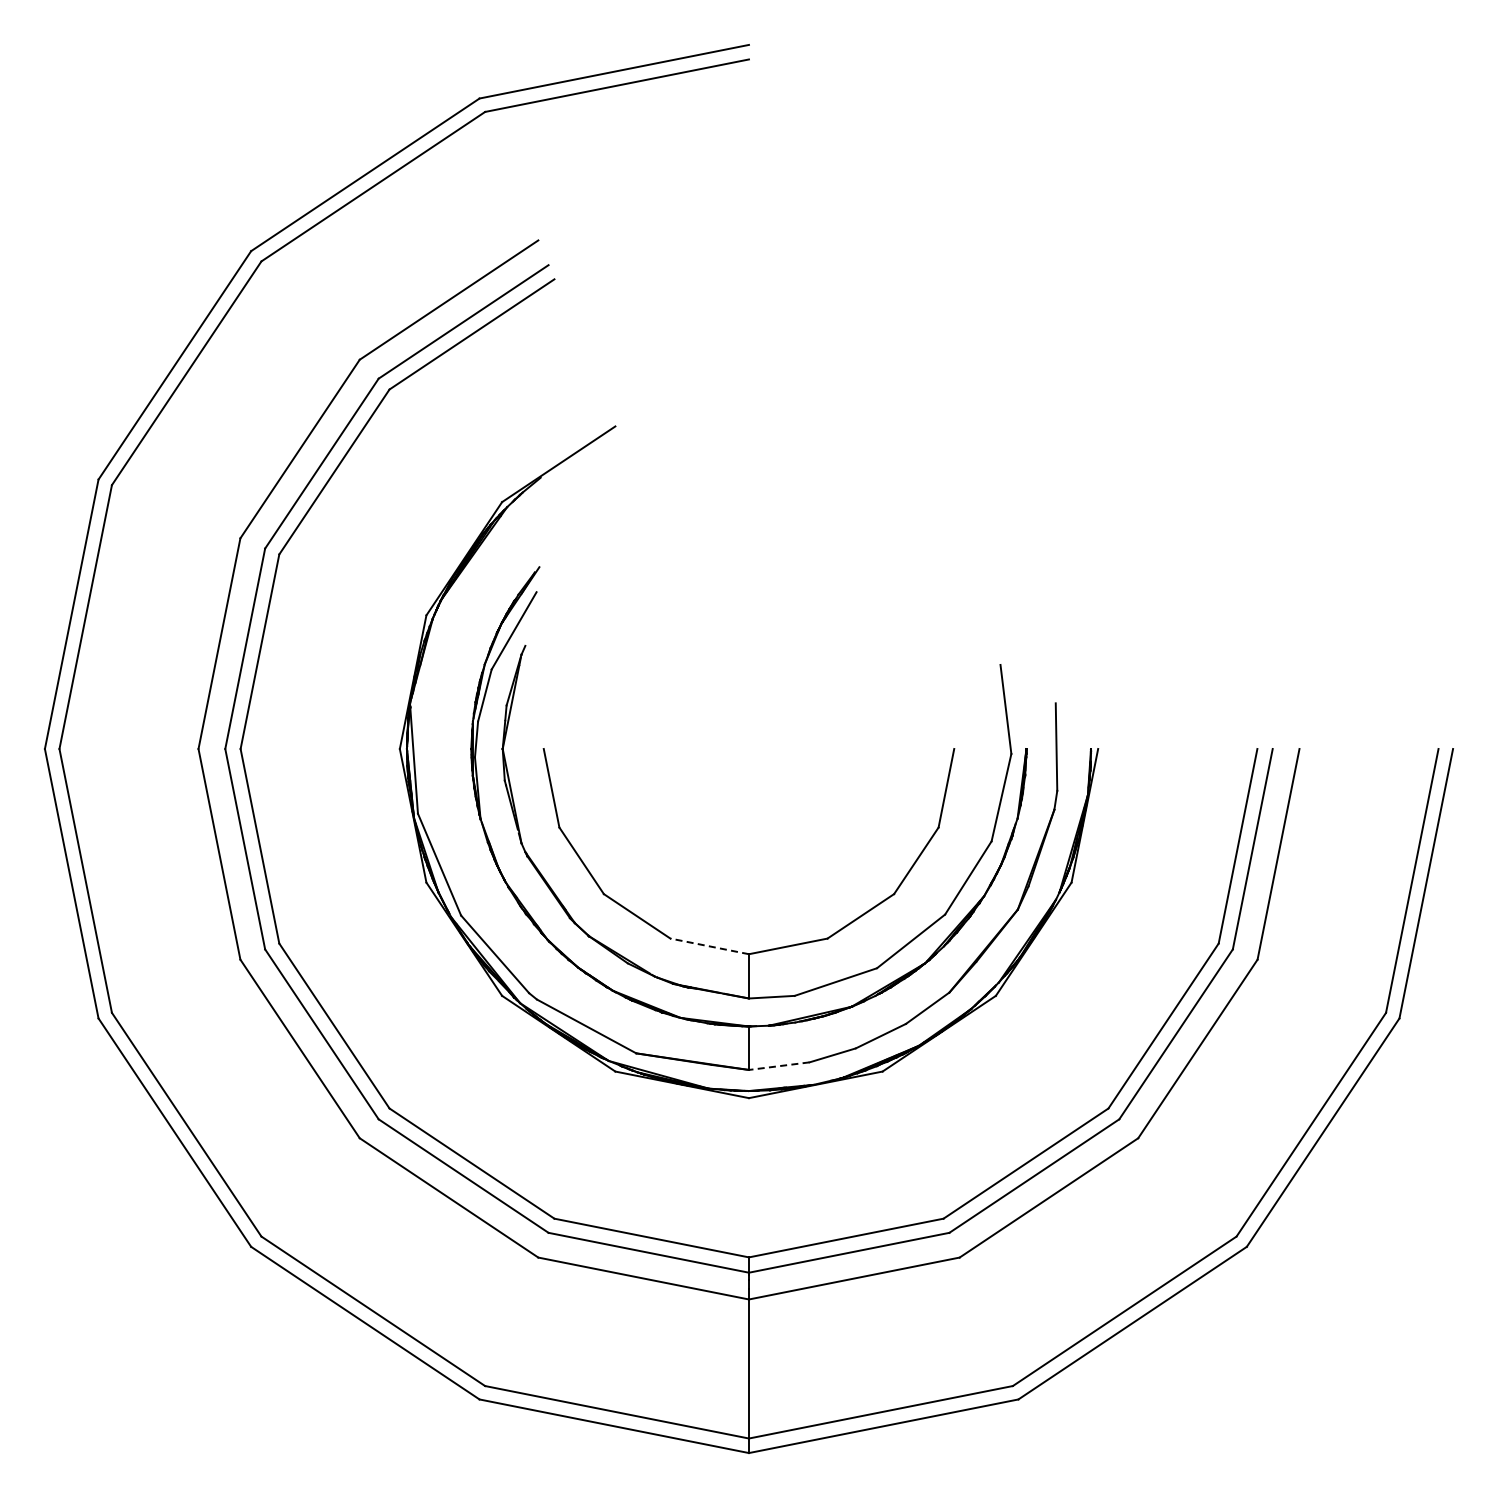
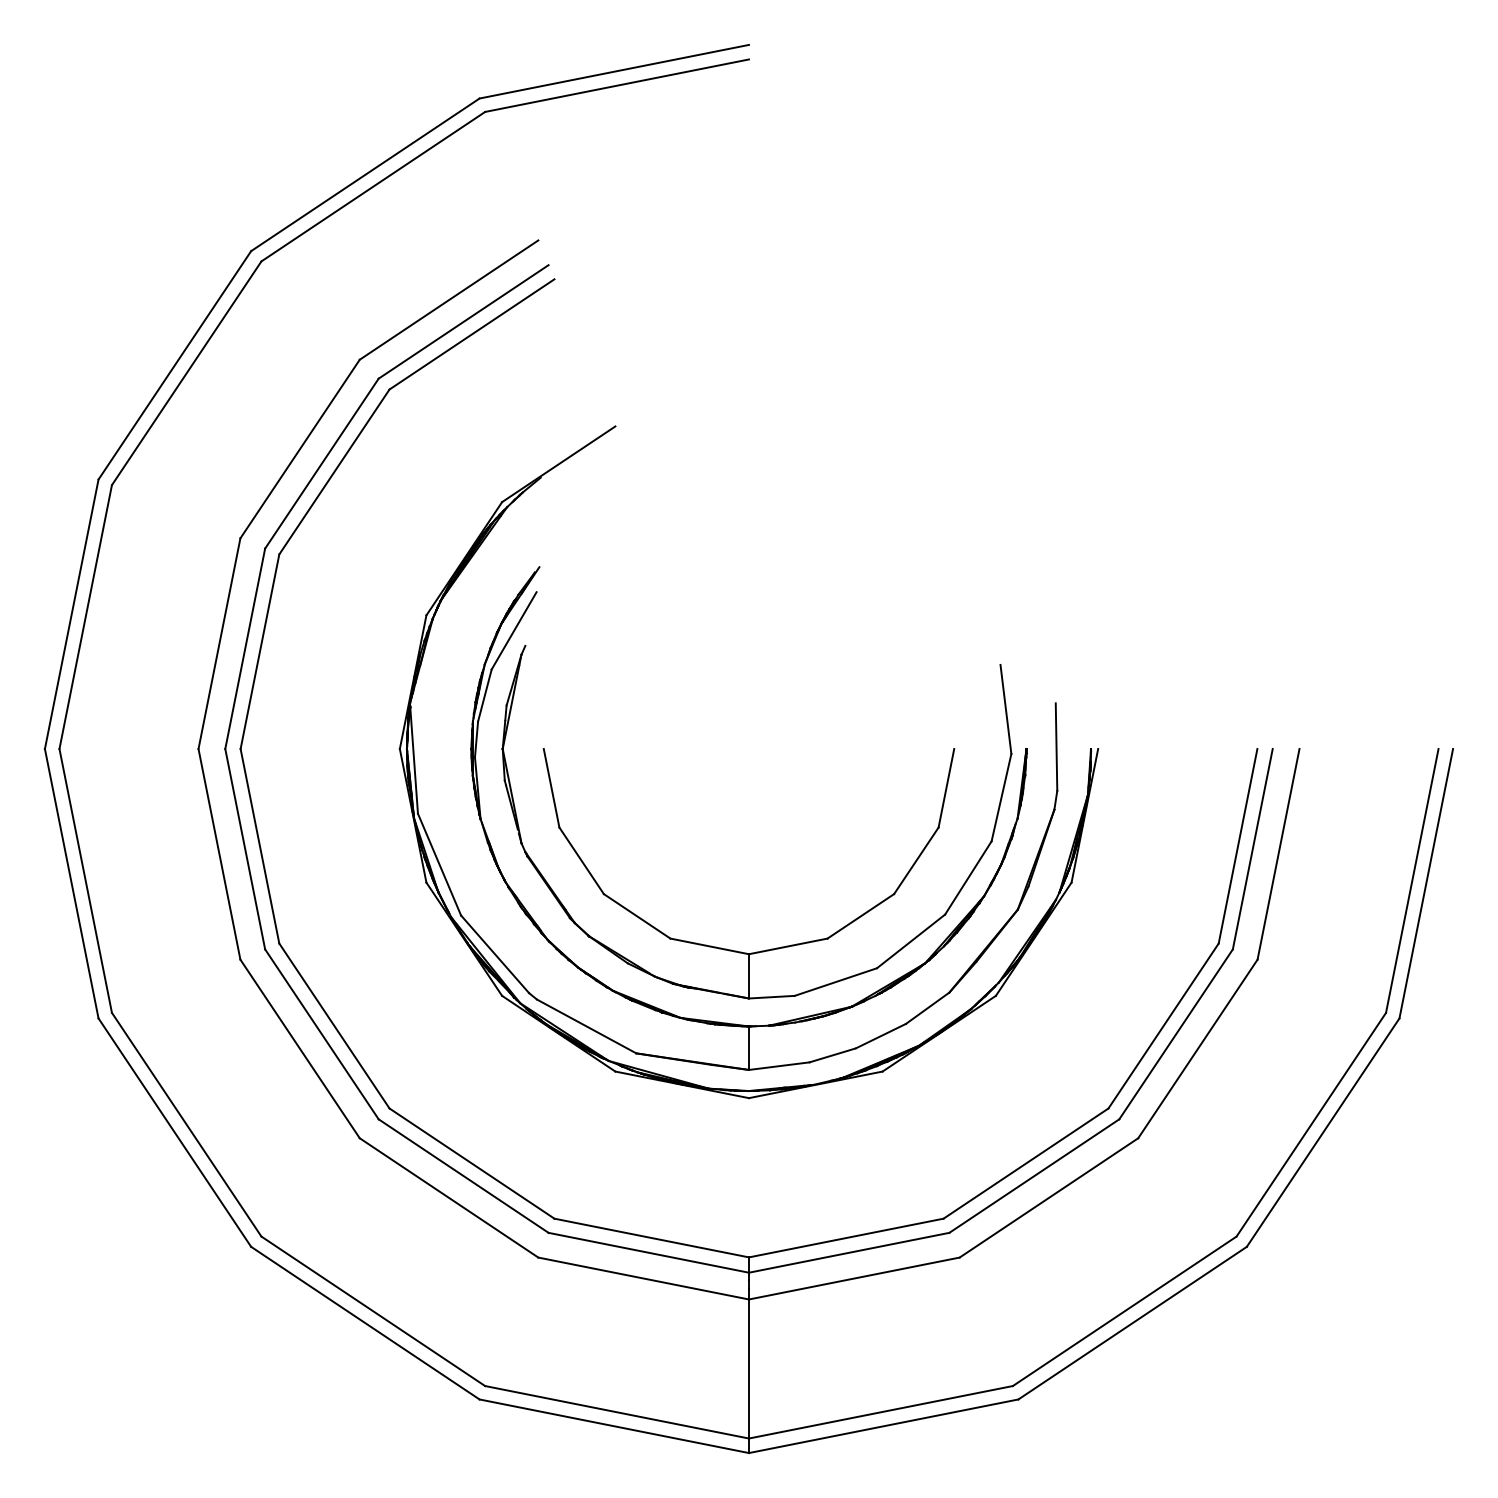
line at (709, 946): dashed -> solid
line at (779, 1066): dashed -> solid
